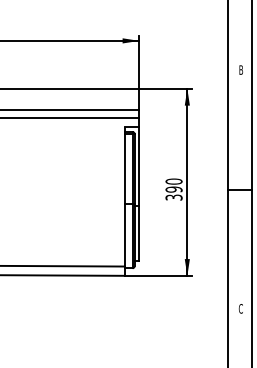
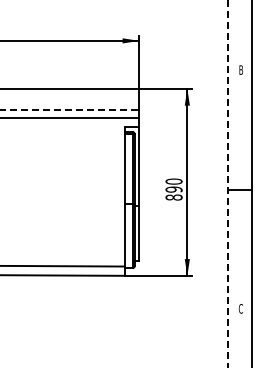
line at (70, 110): solid -> dashed
line at (228, 183): solid -> dashed
text at (173, 197): 390 -> 890
